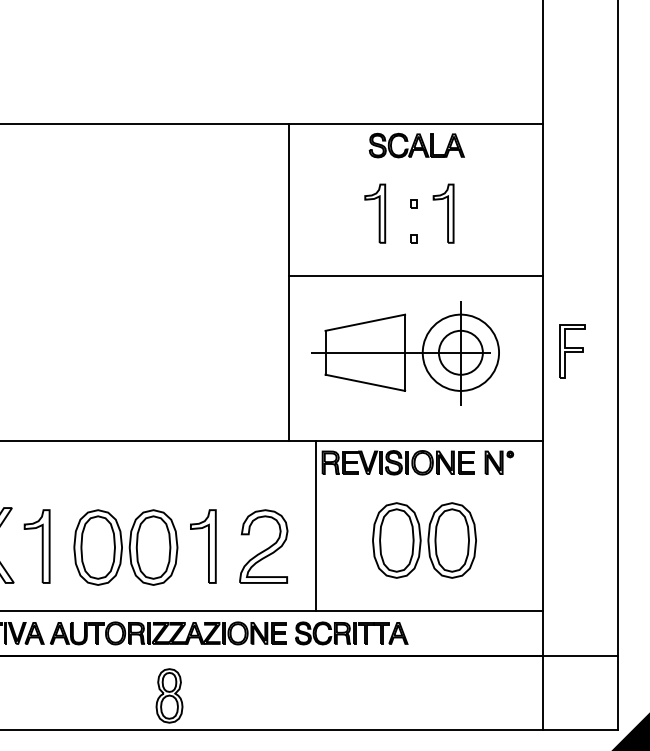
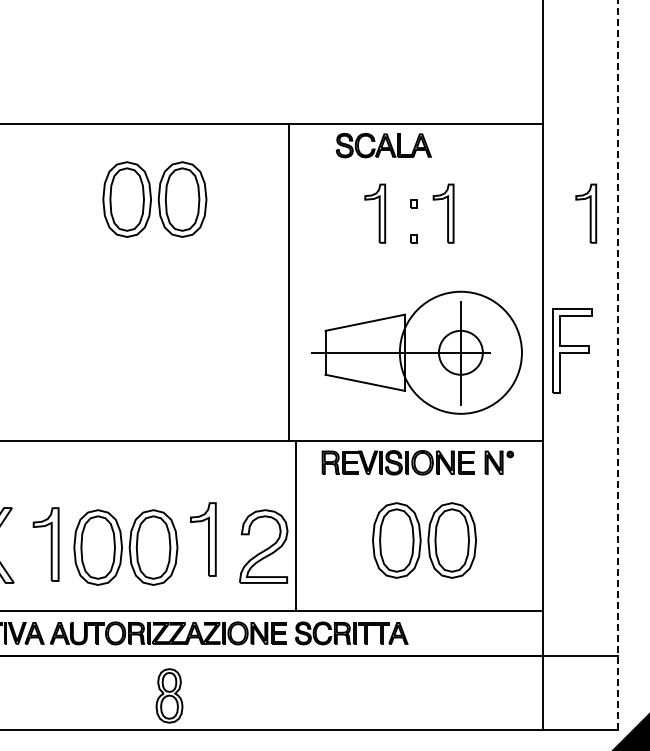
part at (416, 145) position: (416, 145) -> (383, 145)
part at (154, 199): none -> present
part at (586, 213): none -> present
line at (415, 275): present -> none
part at (572, 351) size: 27x55 px -> 41x86 px
circle at (460, 352) diameter: 76 px -> 122 px
line at (618, 365): solid -> dashed
line at (315, 525) position: (315, 525) -> (295, 525)
part at (36, 546) position: (36, 546) -> (45, 544)
part at (203, 546) position: (203, 546) -> (203, 539)
